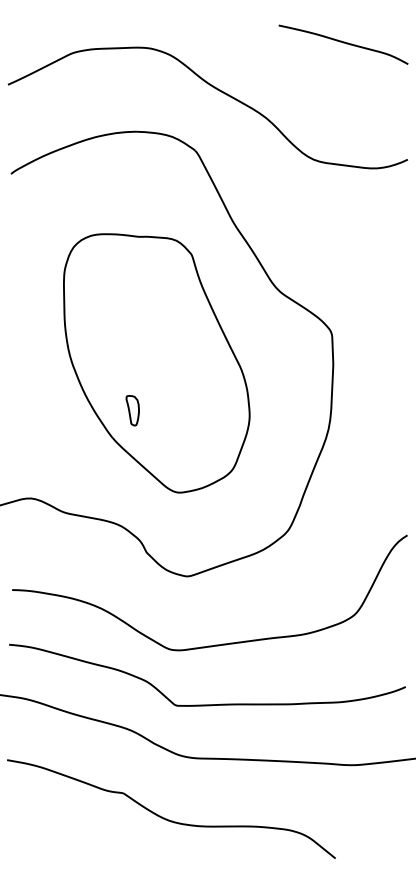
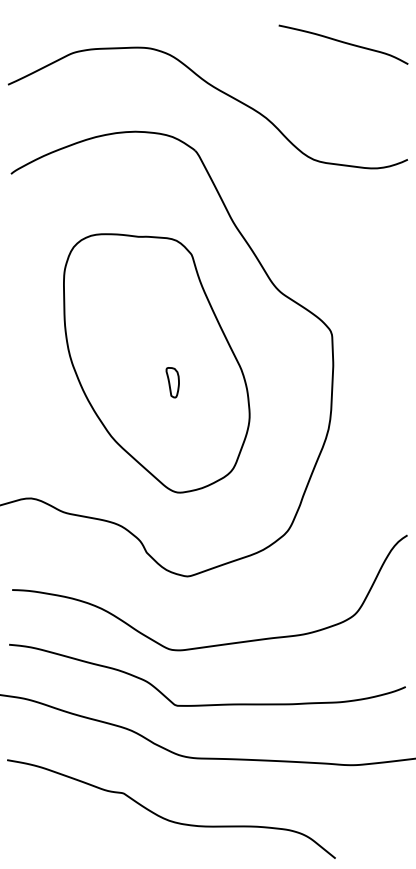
part at (132, 410) position: (132, 410) -> (172, 382)
